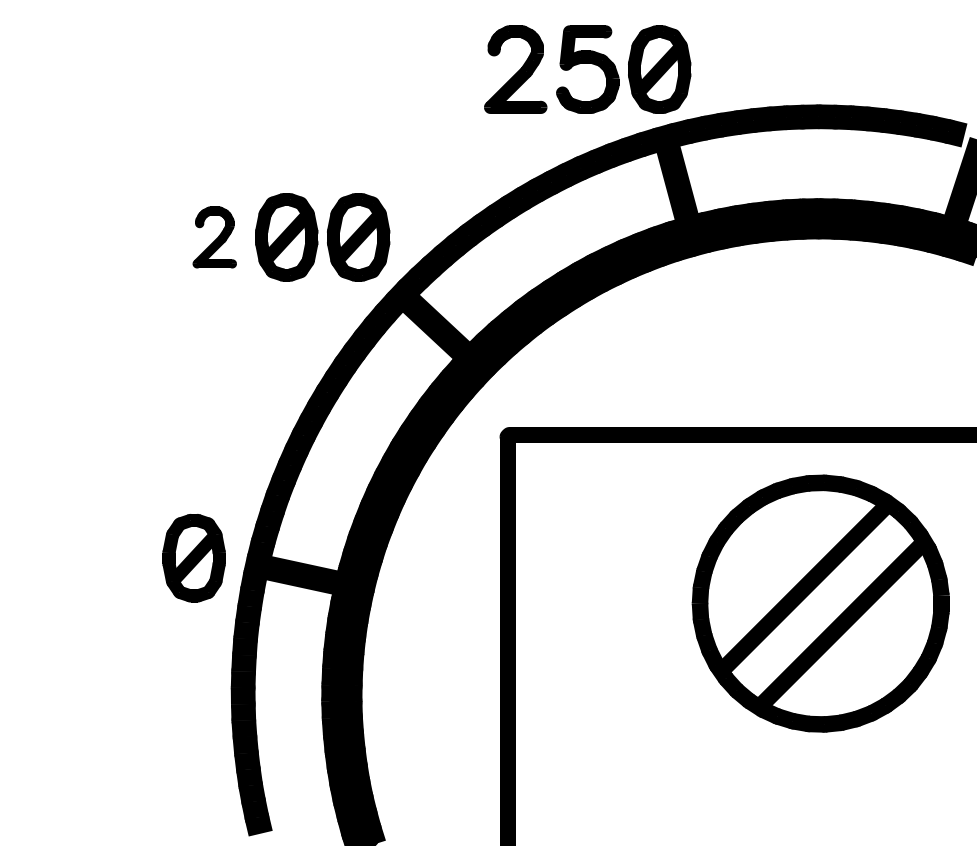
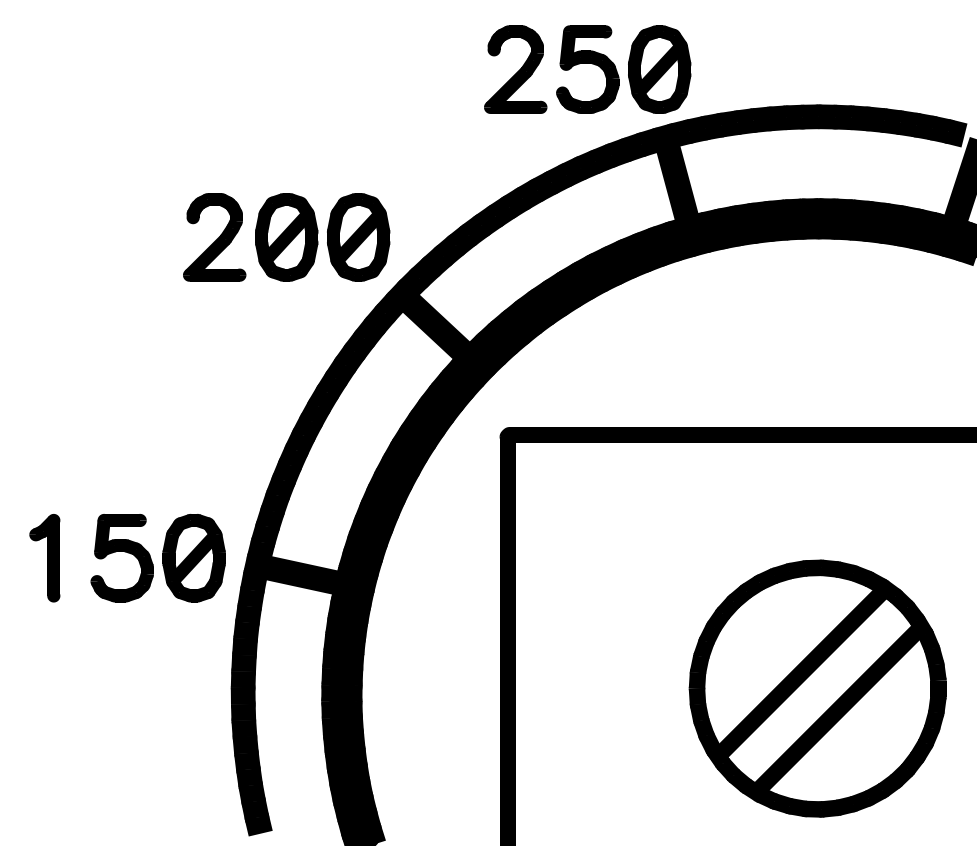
part at (214, 237) size: 45x63 px -> 64x89 px
part at (124, 552): none -> present
part at (44, 558): none -> present
part at (820, 603) position: (820, 603) -> (817, 688)
